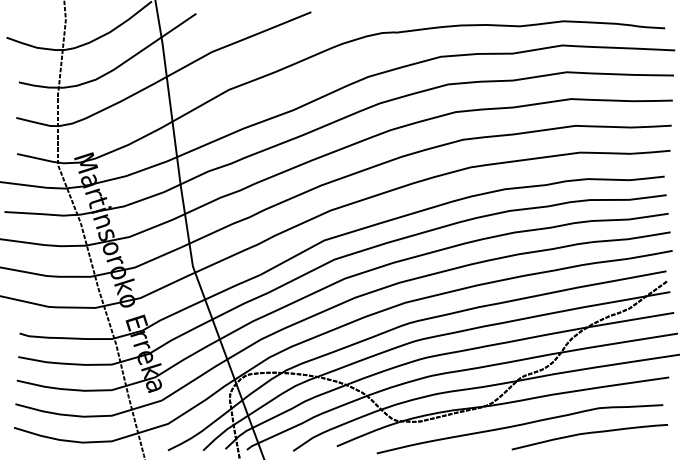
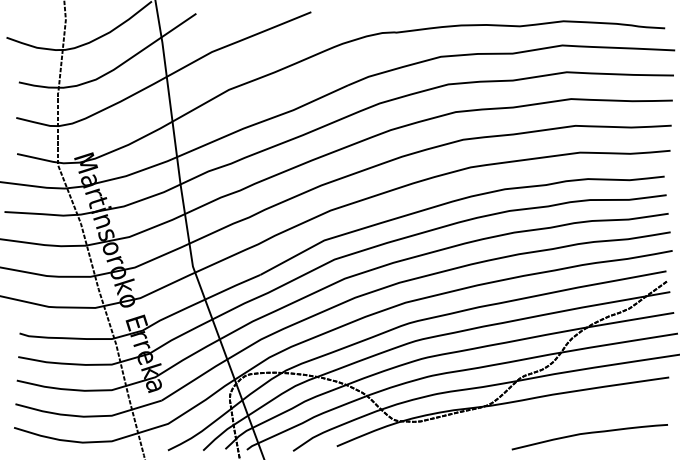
curve at (518, 426): present -> none
